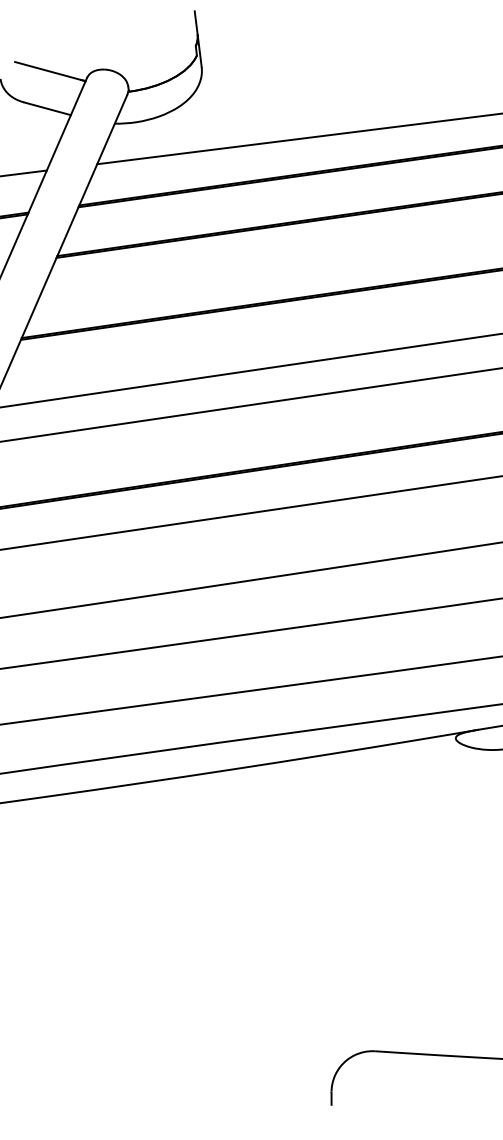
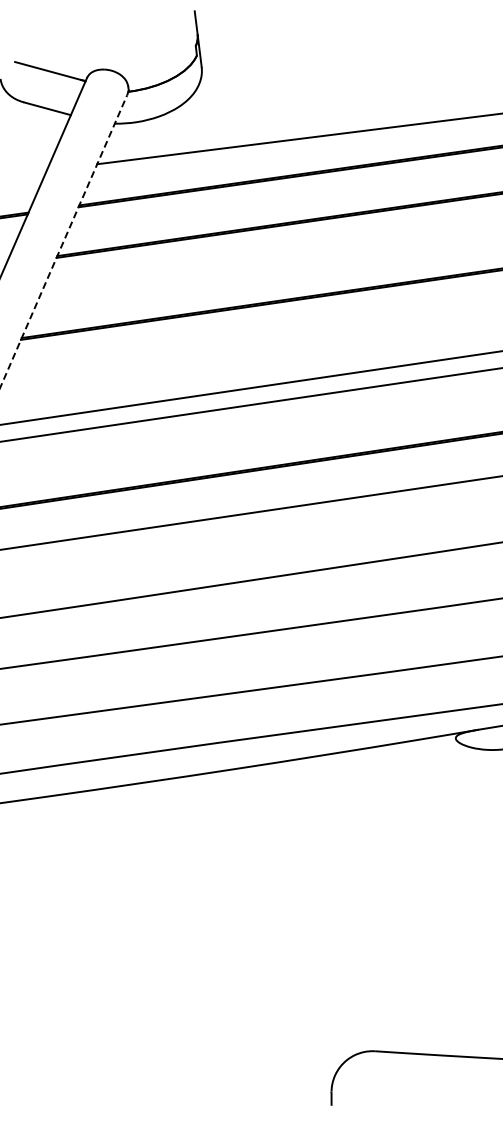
line at (24, 173): present -> none
line at (63, 241): solid -> dashed
line at (250, 370) position: (250, 370) -> (250, 387)
